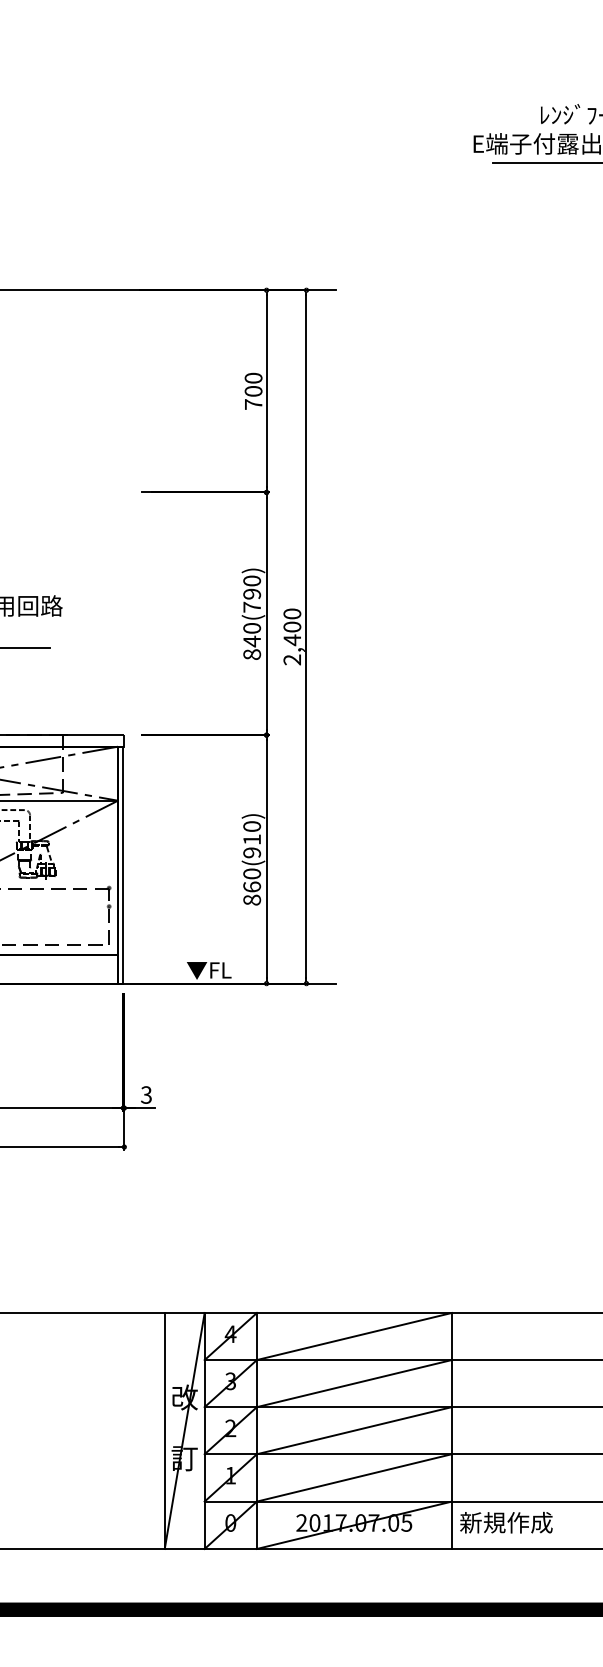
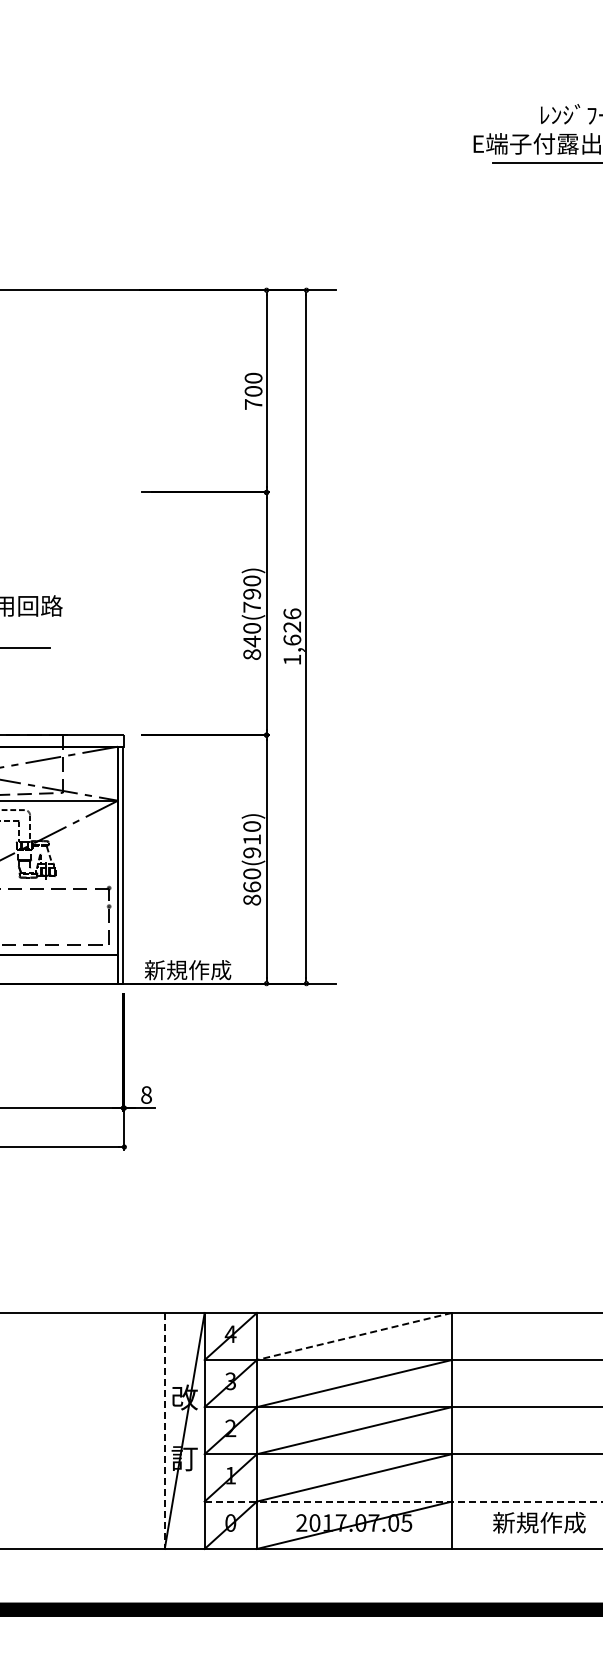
text at (292, 636): 2,400 -> 1,626
text at (187, 970): ▼FL -> 新規作成
text at (146, 1094): 3 -> 8
line at (353, 1336): solid -> dashed
line at (164, 1431): solid -> dashed
line at (403, 1501): solid -> dashed
text at (506, 1522) position: (506, 1522) -> (539, 1522)
